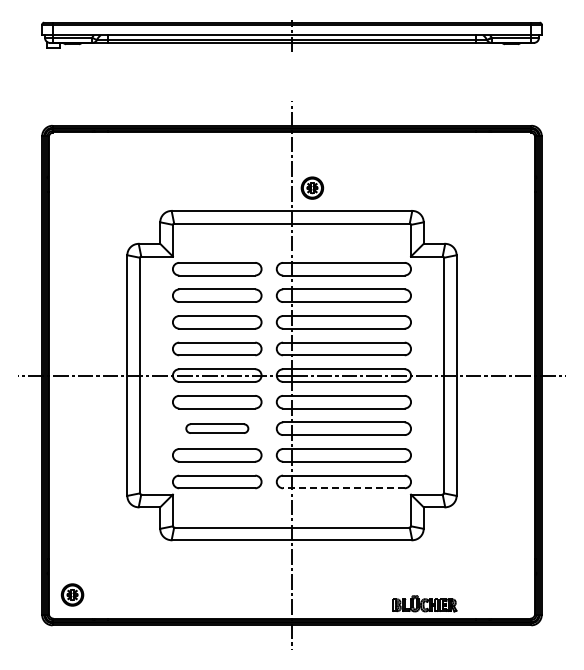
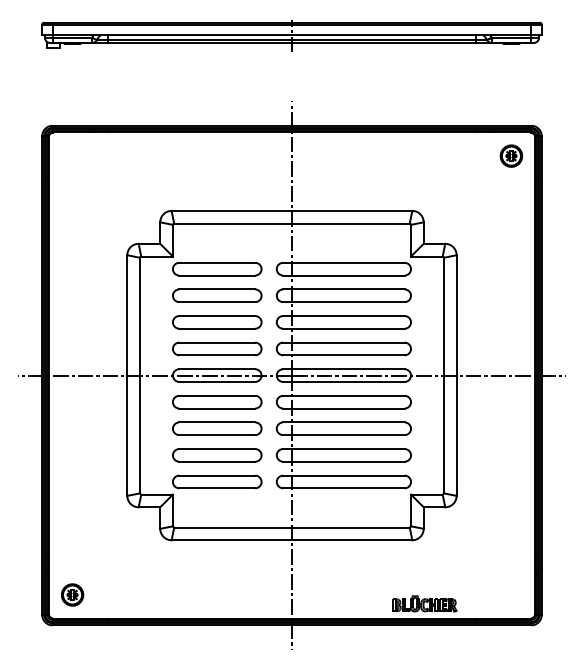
part at (312, 187) position: (312, 187) -> (511, 155)
part at (217, 428) size: 65x11 px -> 91x15 px
line at (343, 488): dashed -> solid
